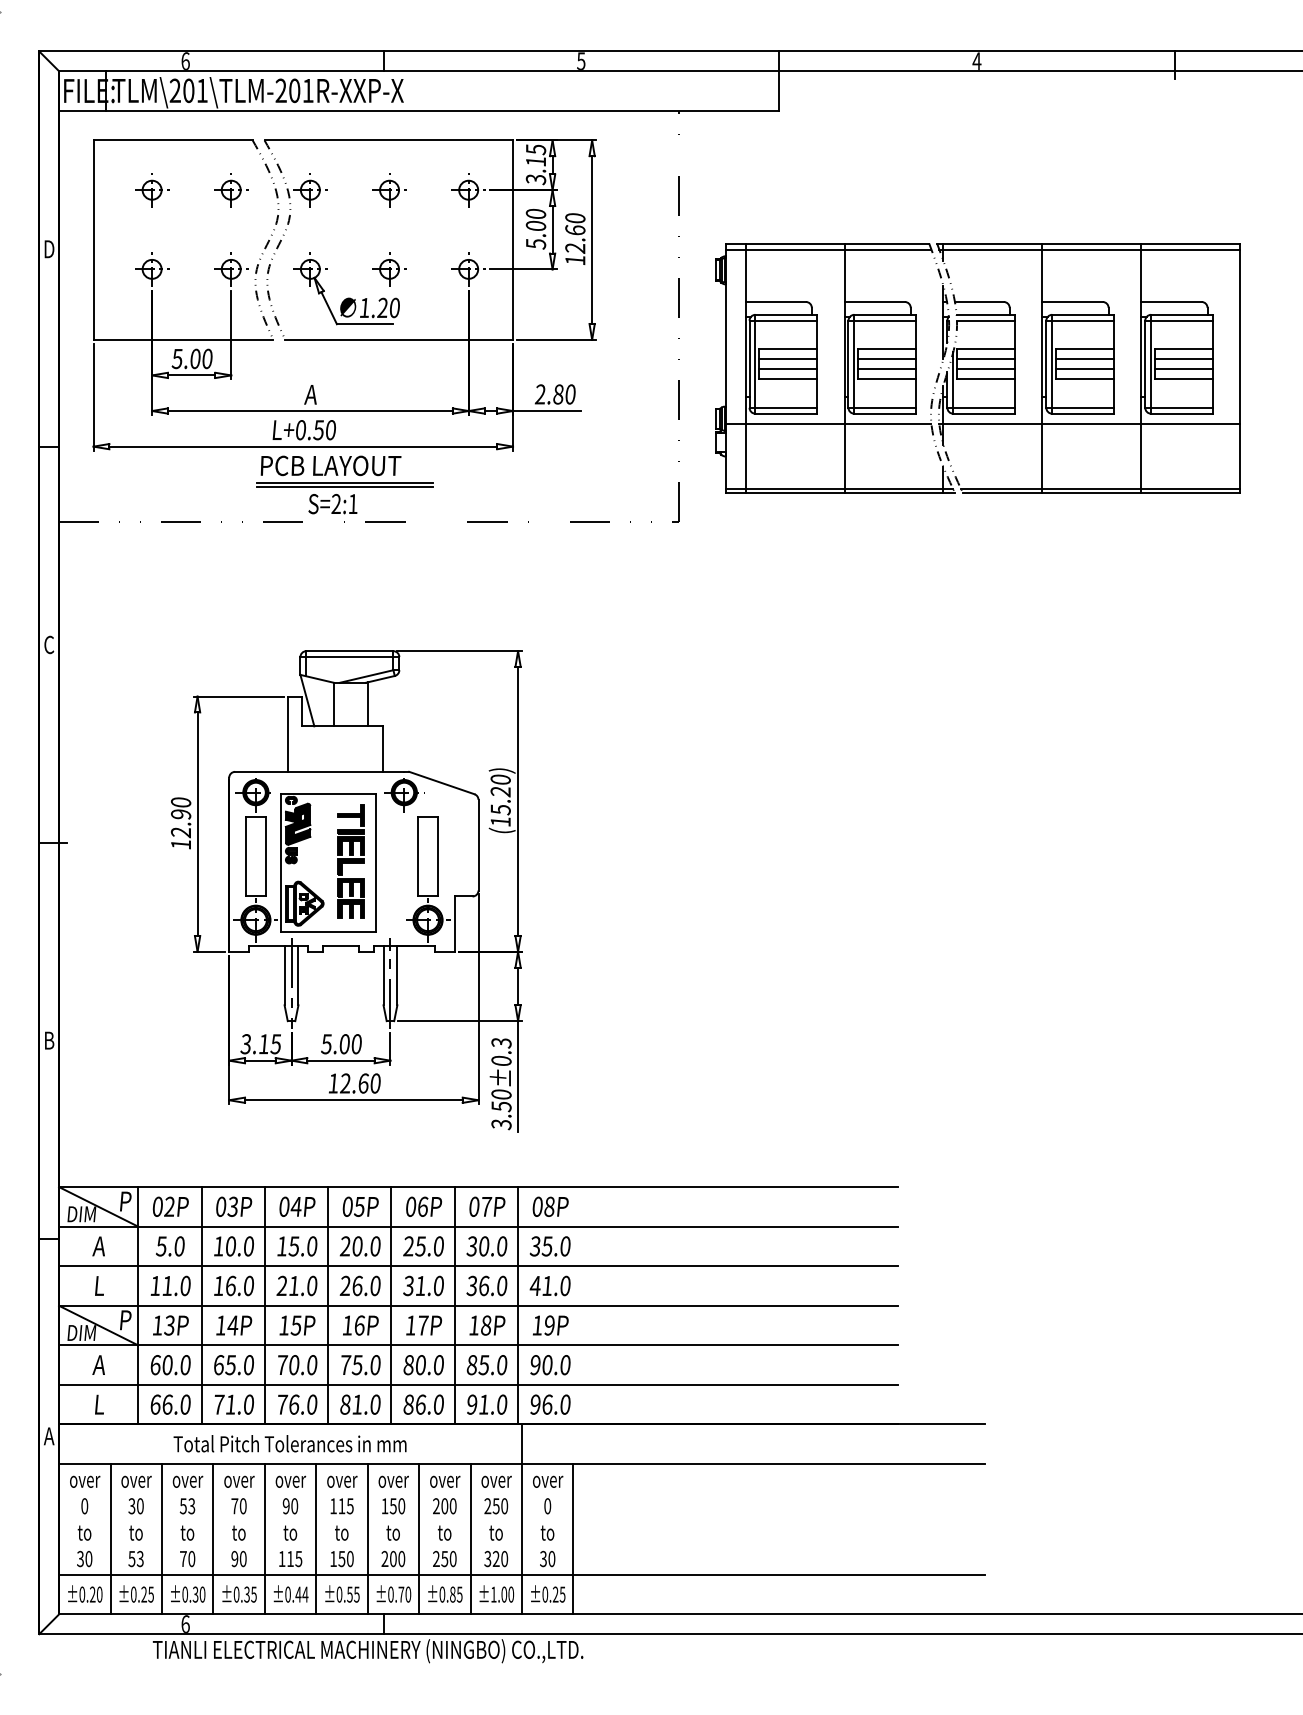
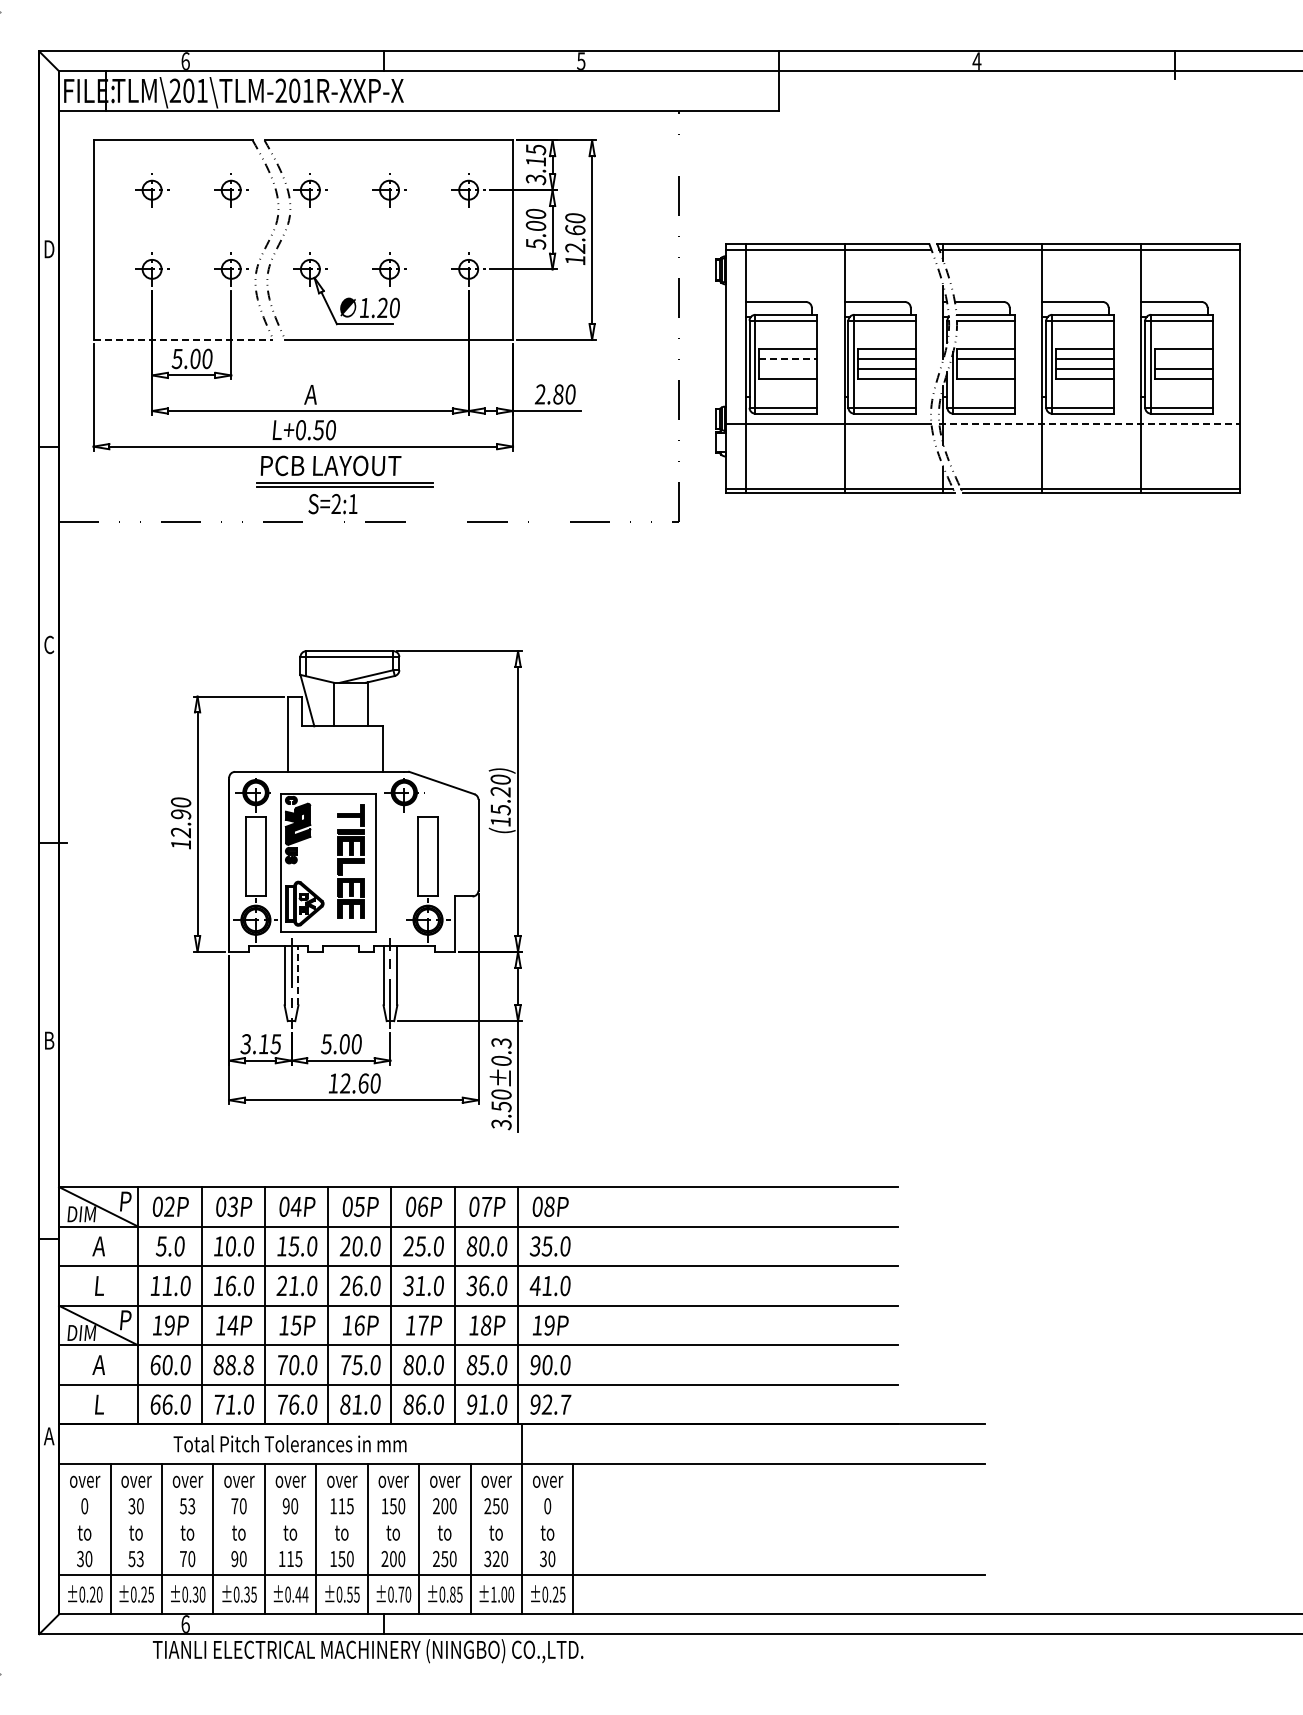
line at (183, 339): solid -> dashed
line at (788, 359): solid -> dashed
line at (1183, 359): present -> none
line at (787, 369): present -> none
line at (985, 369): present -> none
line at (1090, 423): solid -> dashed
line at (298, 975): solid -> dashed
text at (471, 1246): 30.0 -> 80.0
text at (169, 1325): 13P -> 19P
text at (233, 1365): 65.0 -> 88.8
text at (556, 1404): 96.0 -> 92.7
